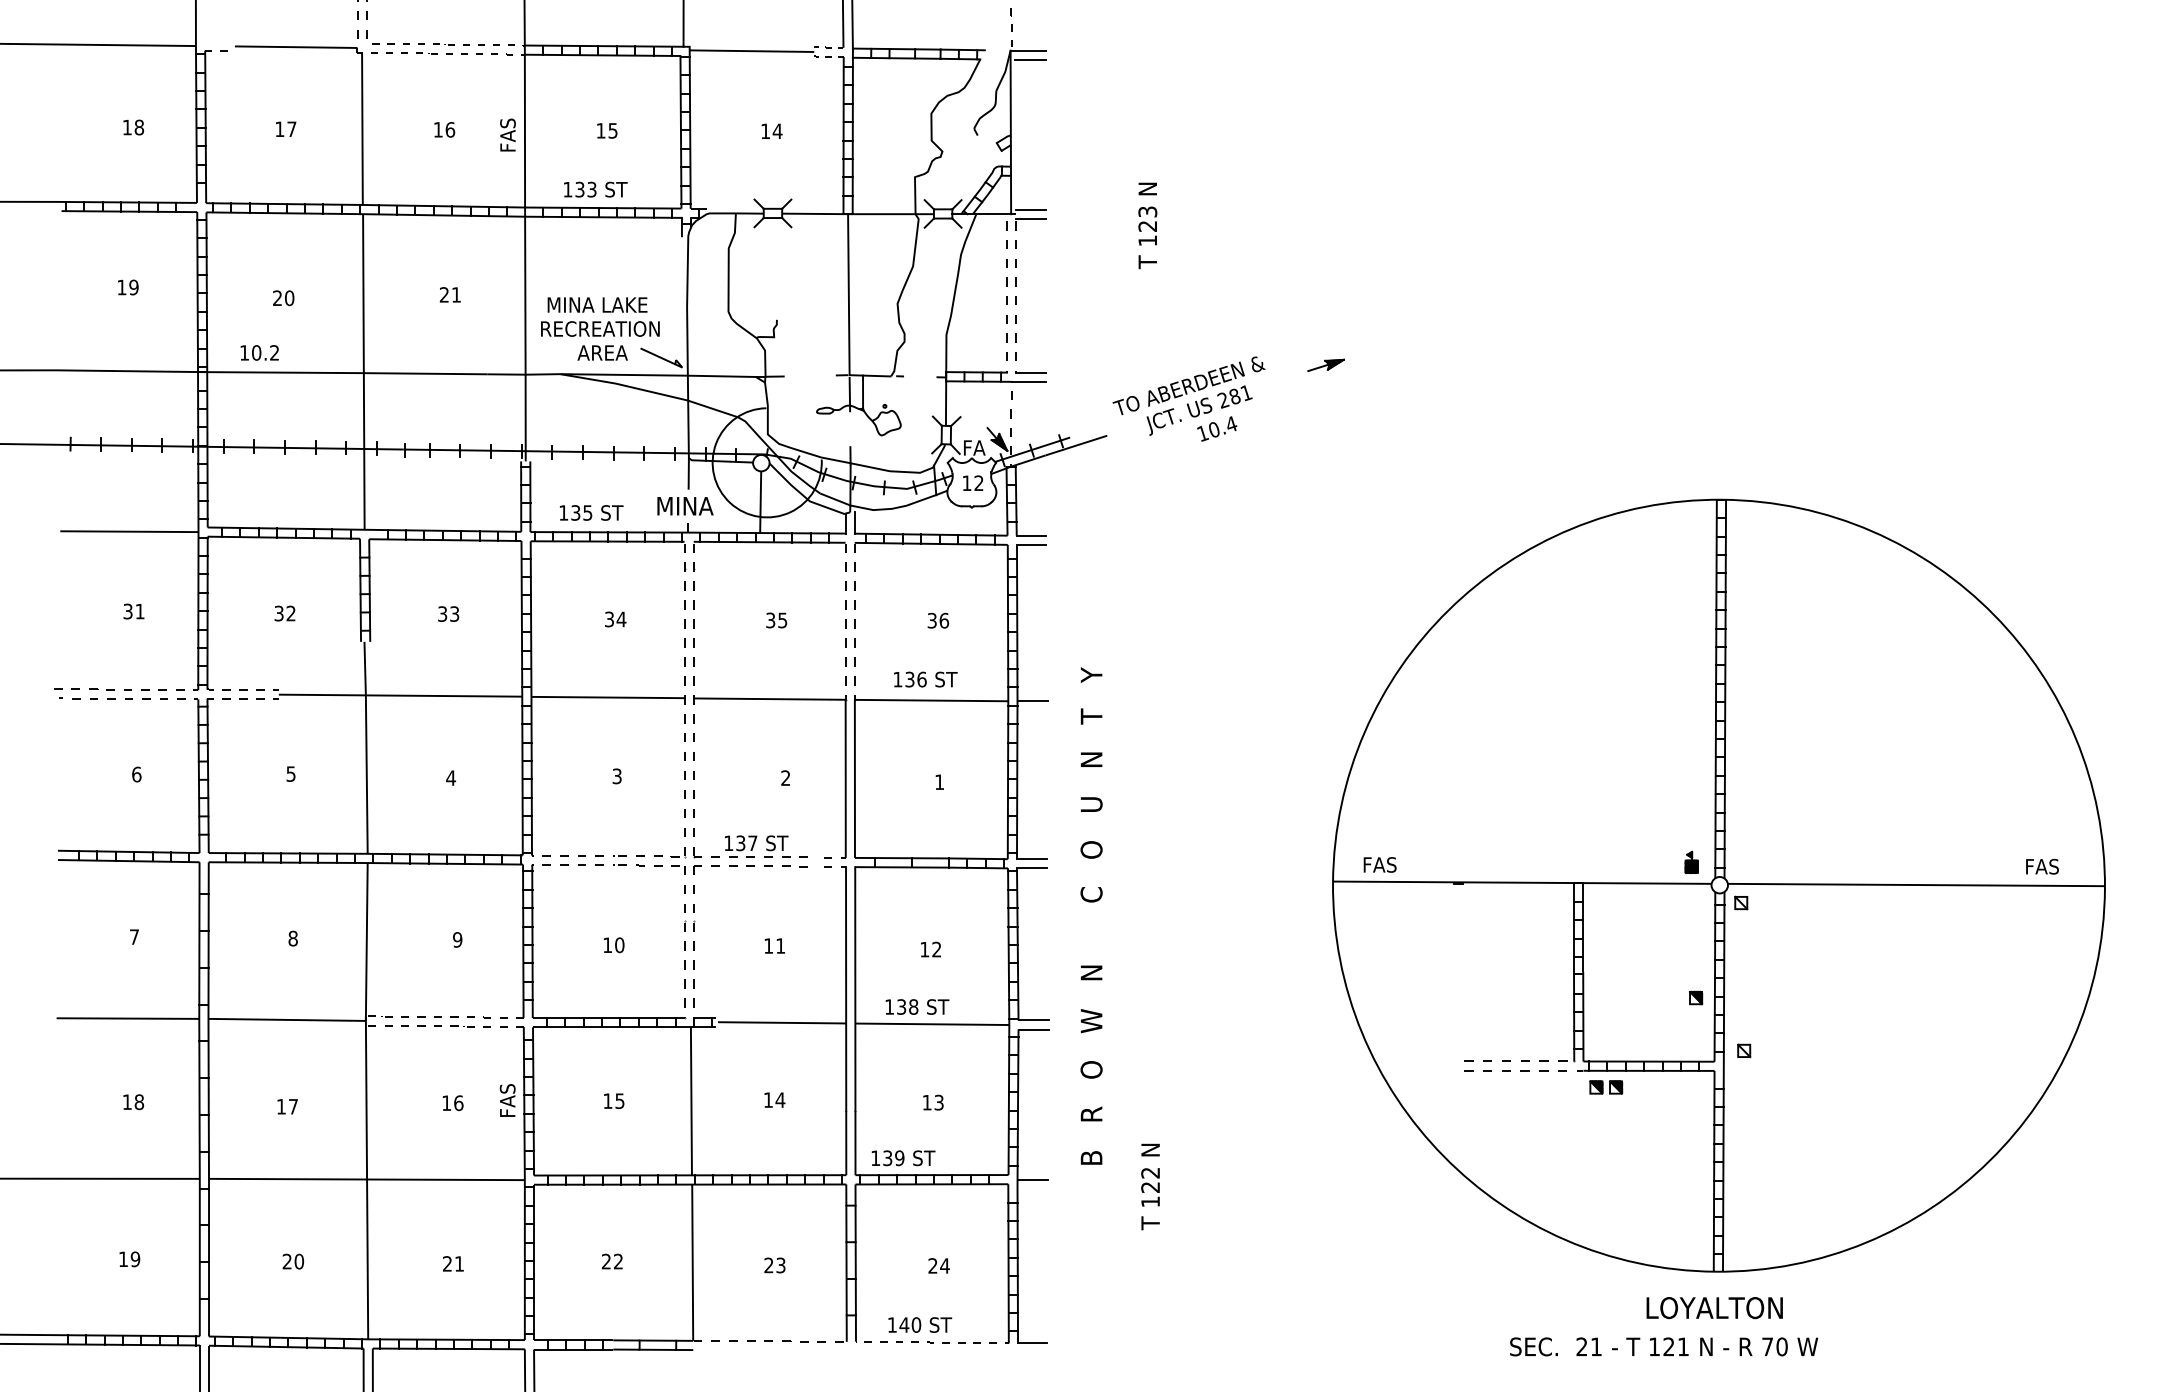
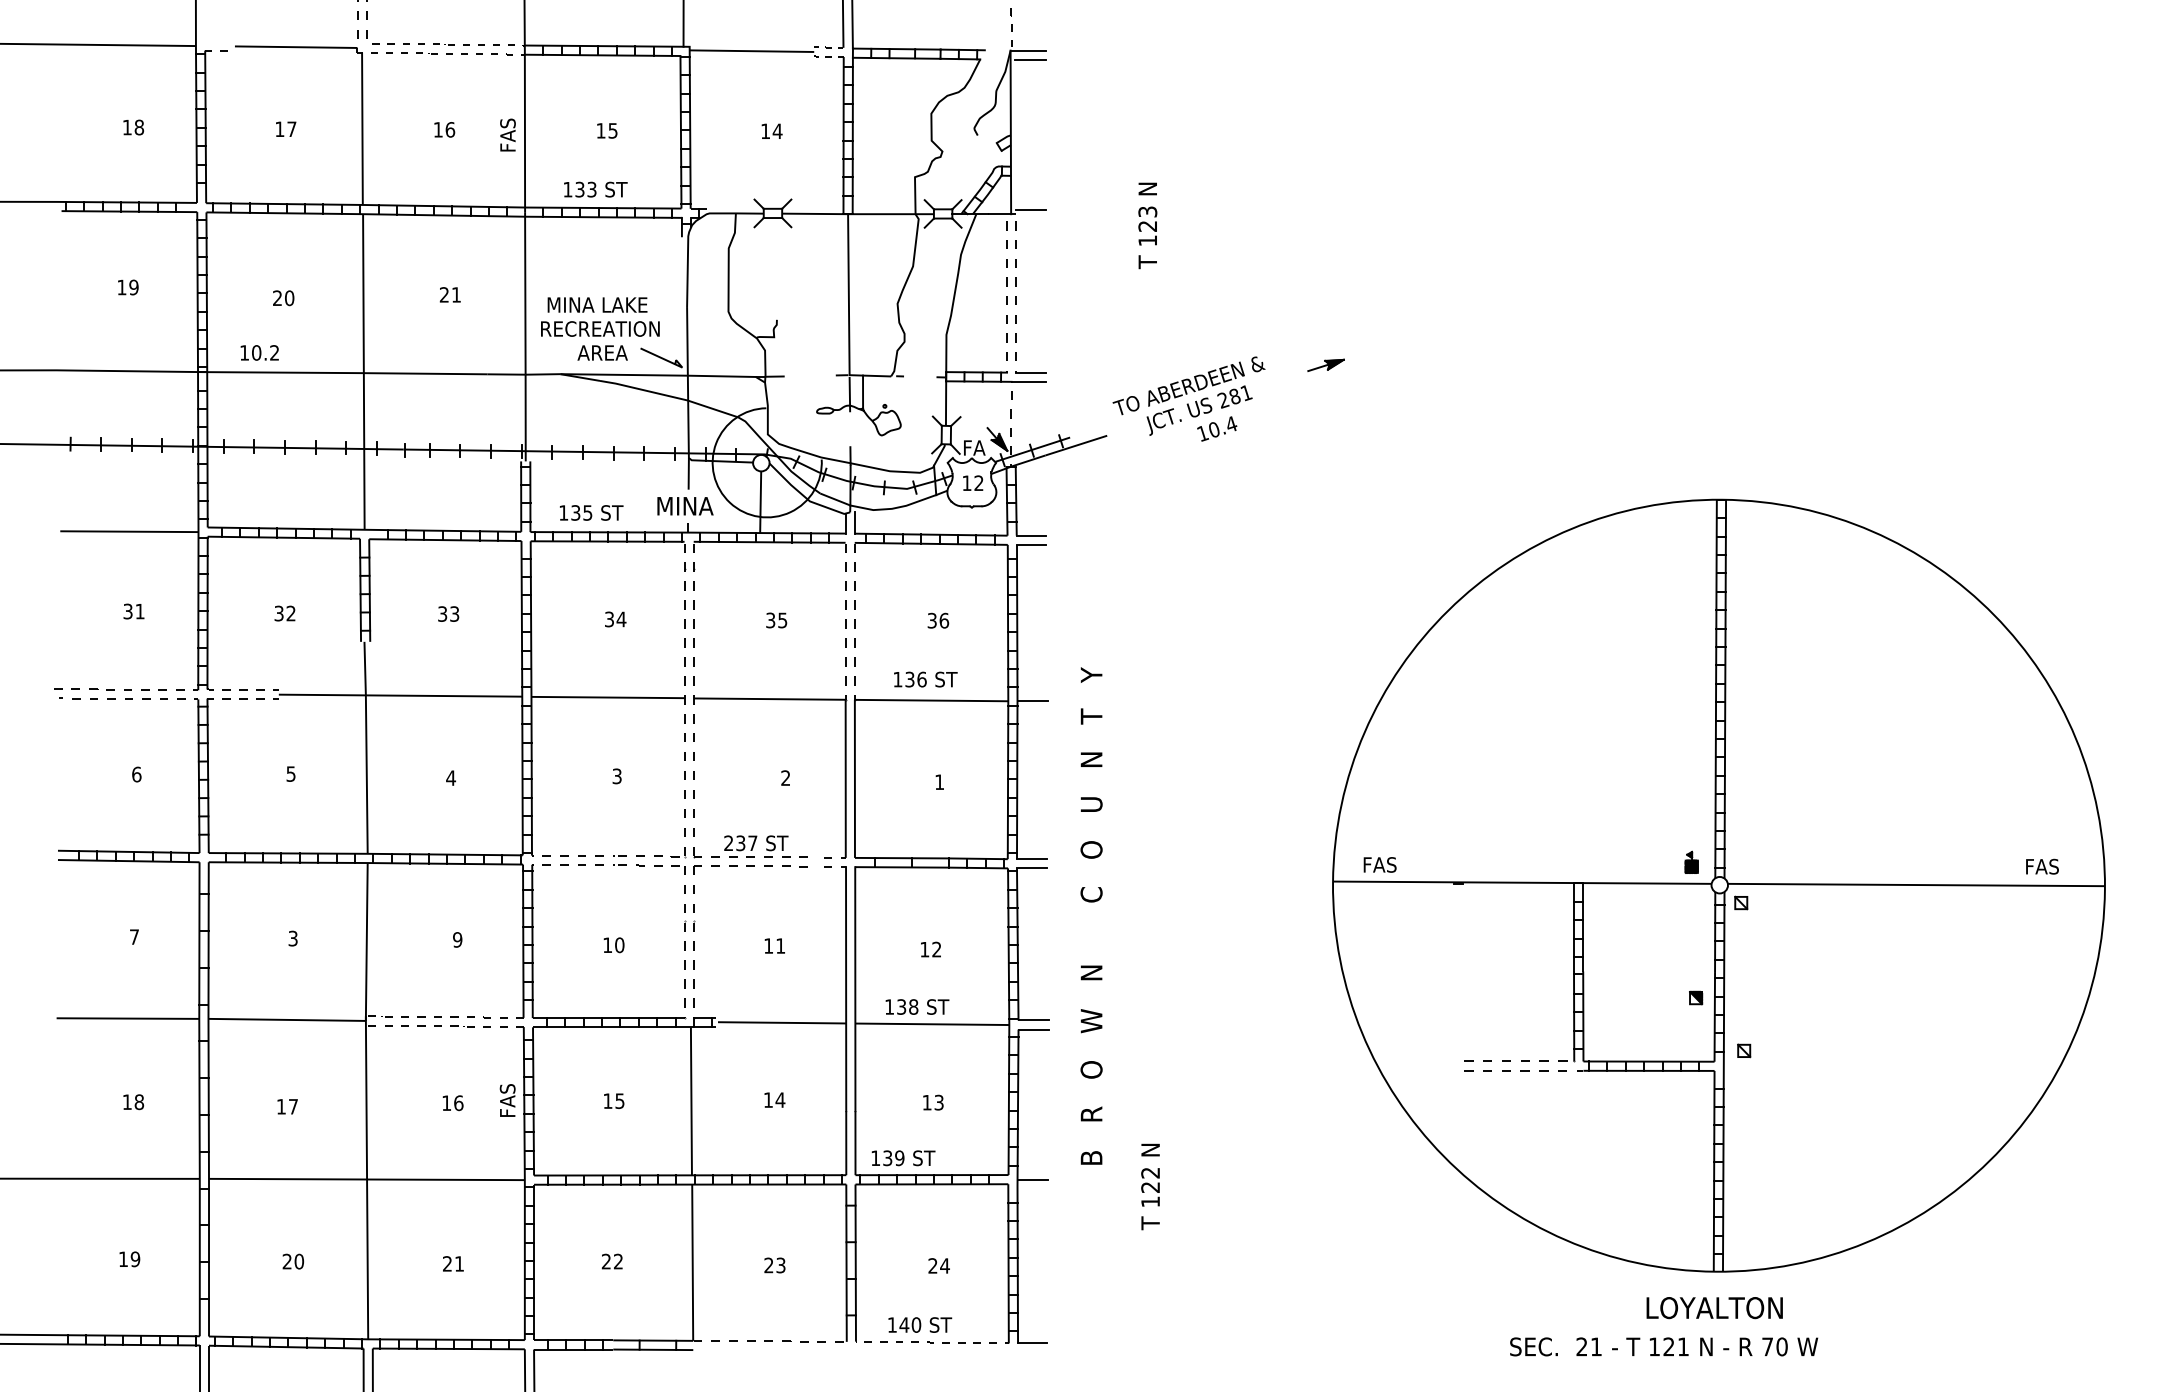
line at (1030, 218): present -> none
text at (728, 842): 137 -> 237
text at (292, 938): 8 -> 3
part at (1606, 1087): present -> none
